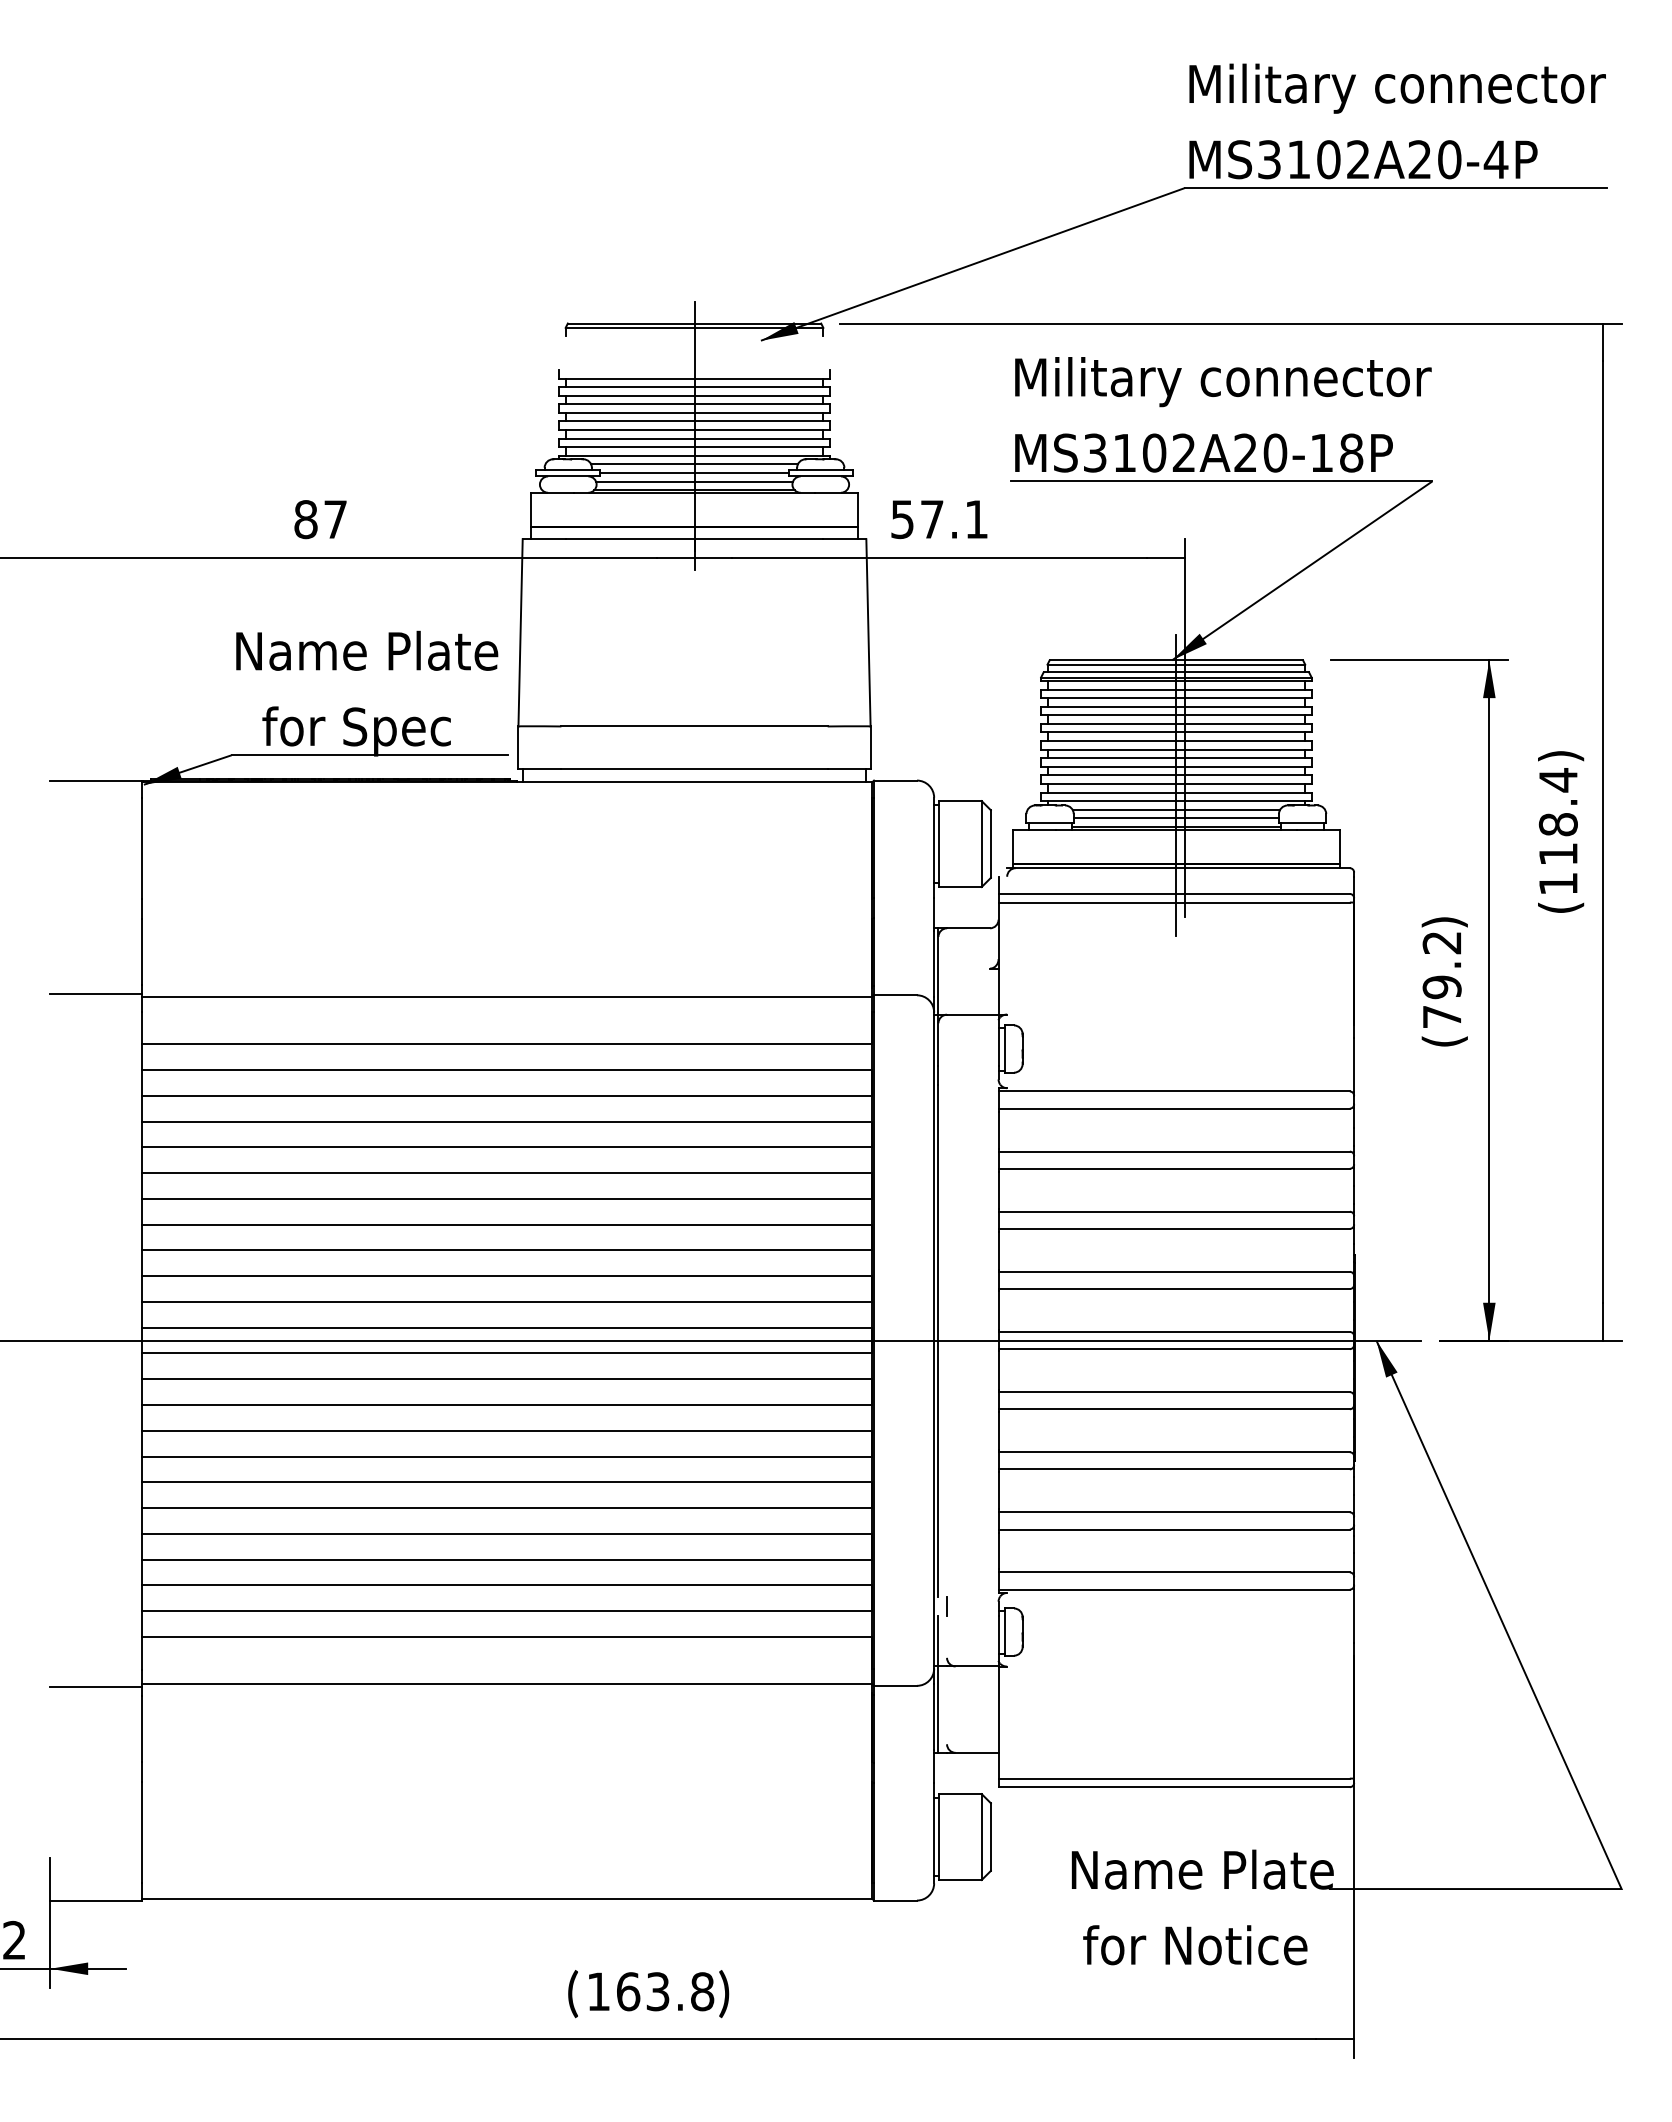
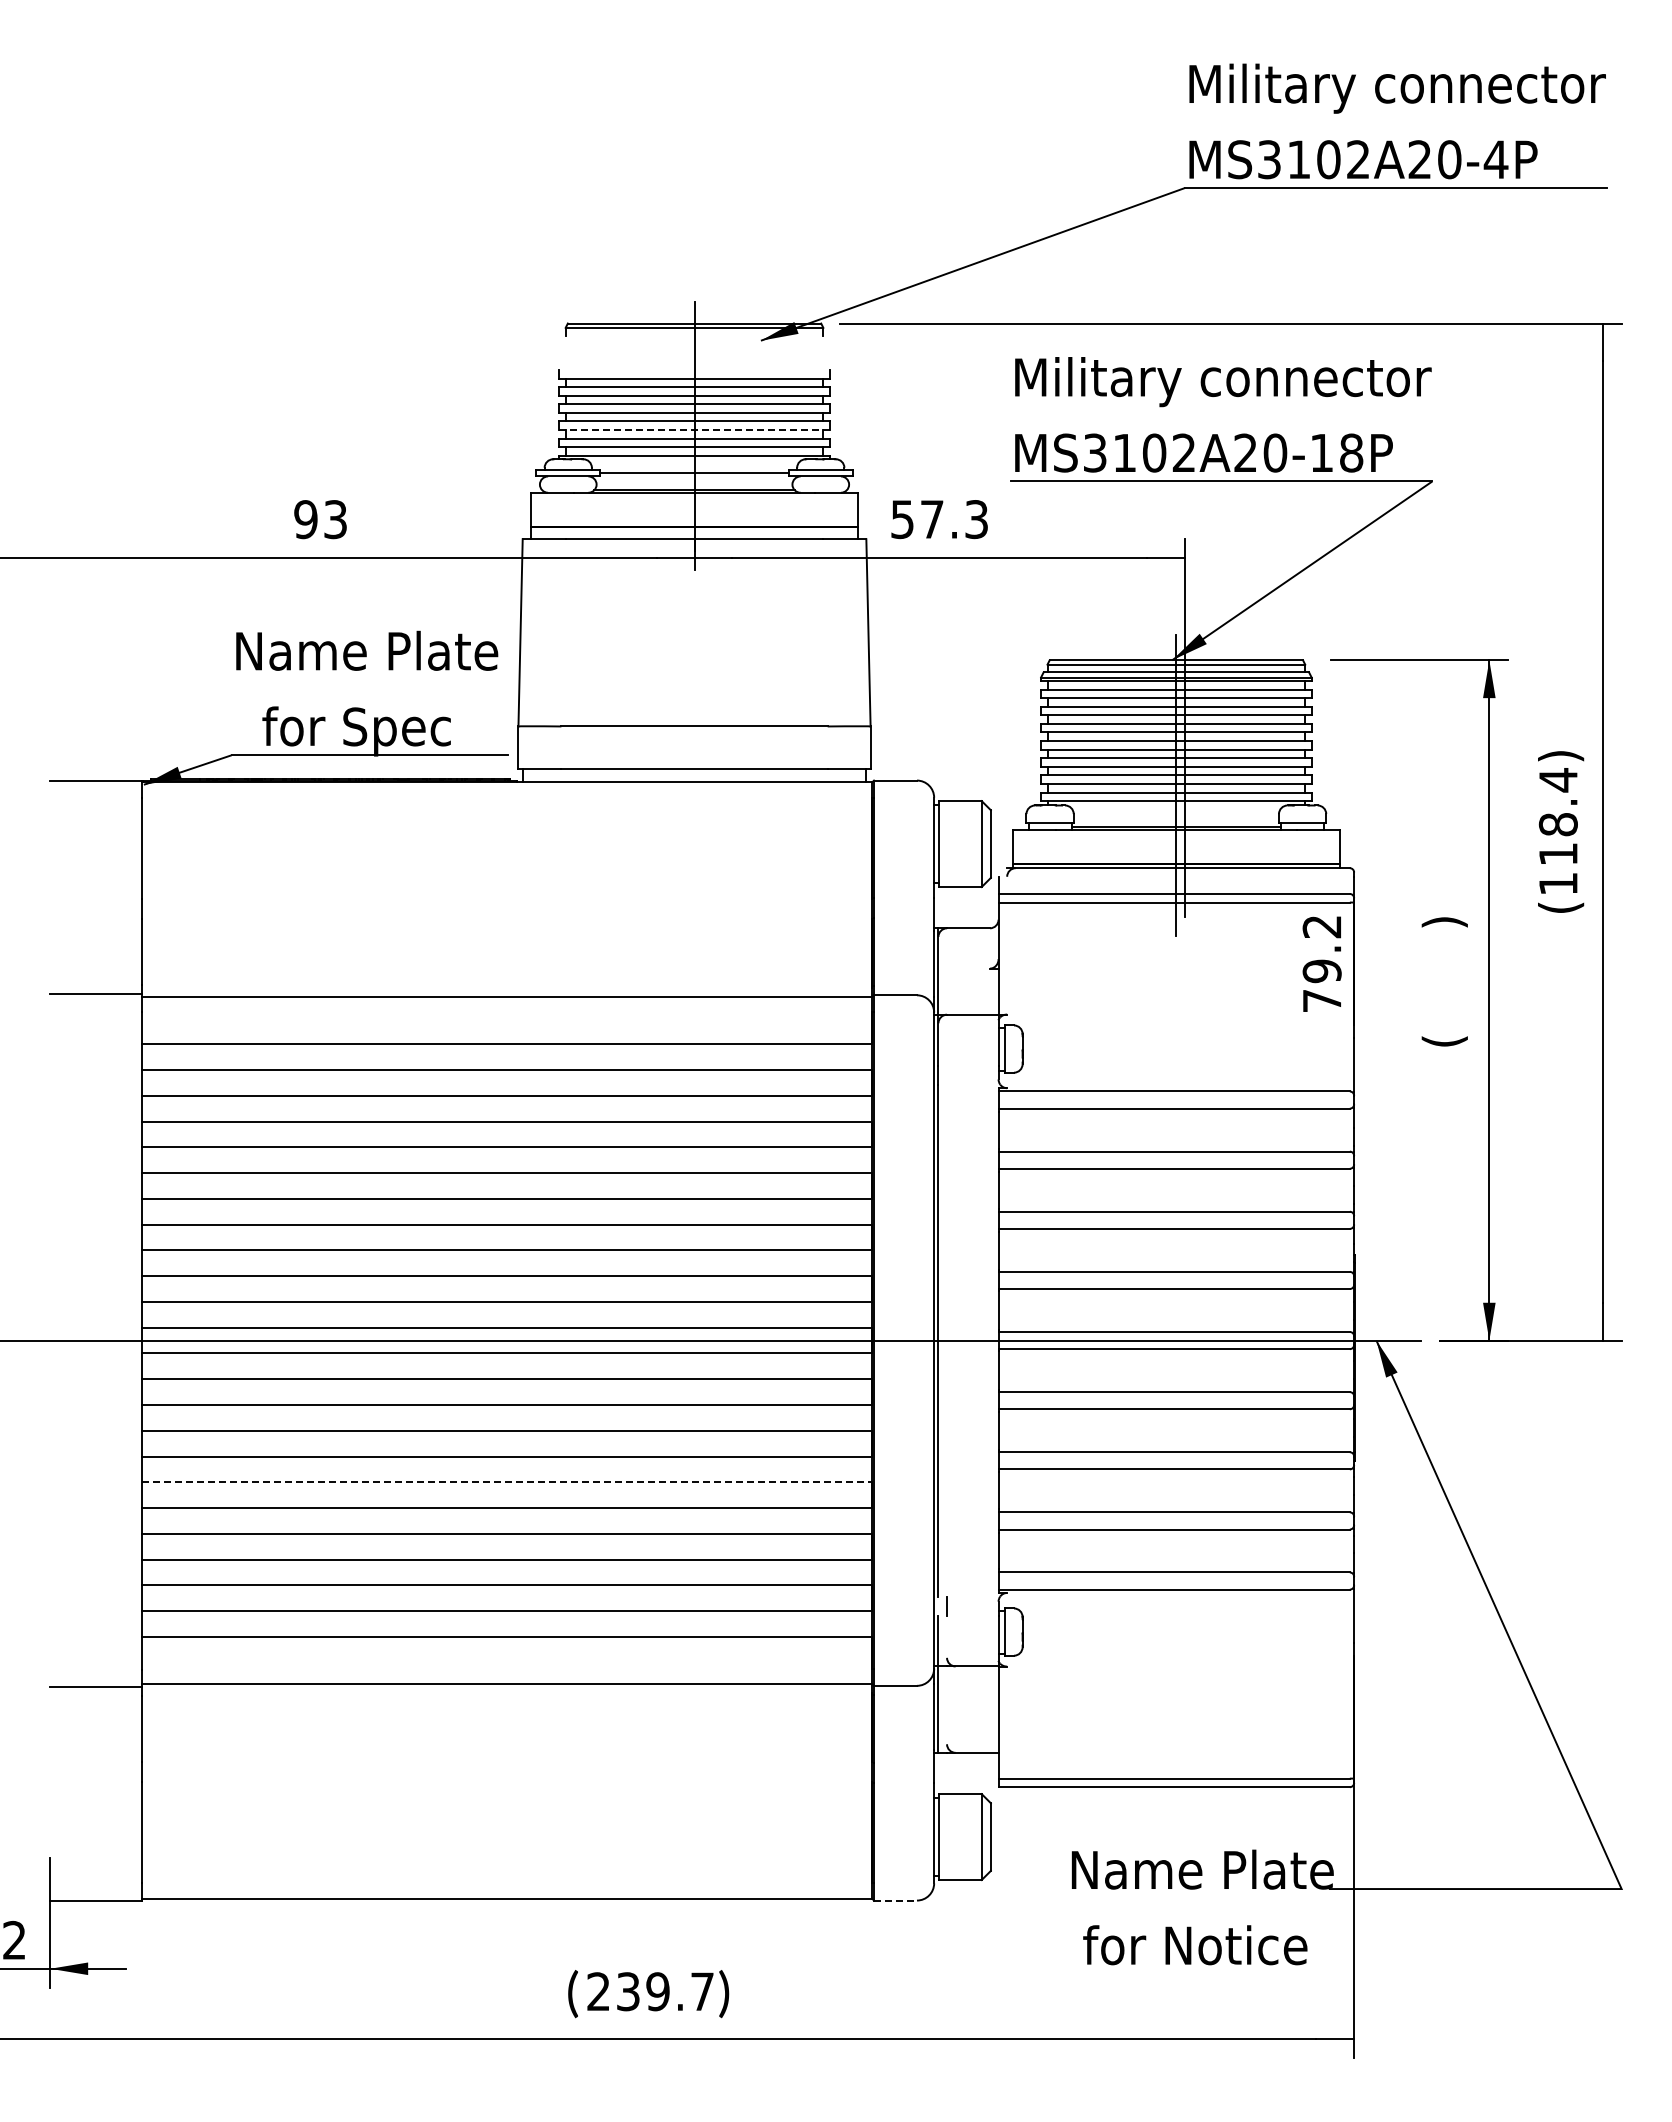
line at (695, 430): solid -> dashed
line at (694, 464): present -> none
line at (694, 481): present -> none
text at (320, 519): 87 -> 93
text at (976, 519): 57.1 -> 57.3
line at (1176, 809): present -> none
line at (1176, 818): present -> none
text at (1441, 979) position: (1441, 979) -> (1321, 963)
line at (507, 1482): solid -> dashed
line at (896, 1900): solid -> dashed
text at (650, 1991): 163.8 -> 239.7
